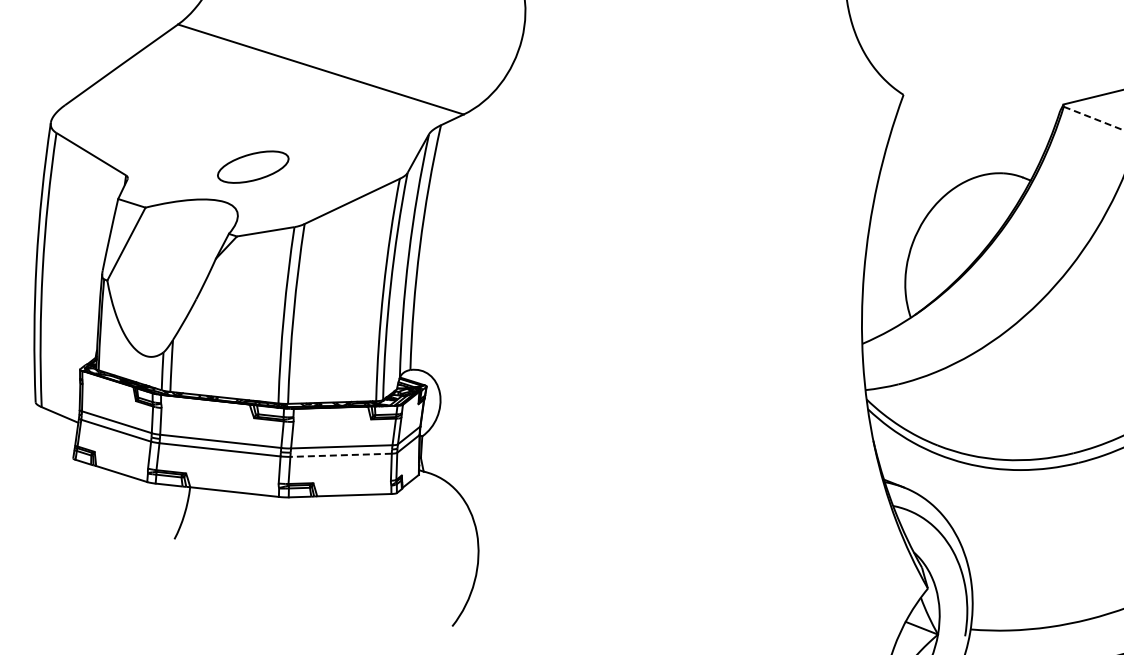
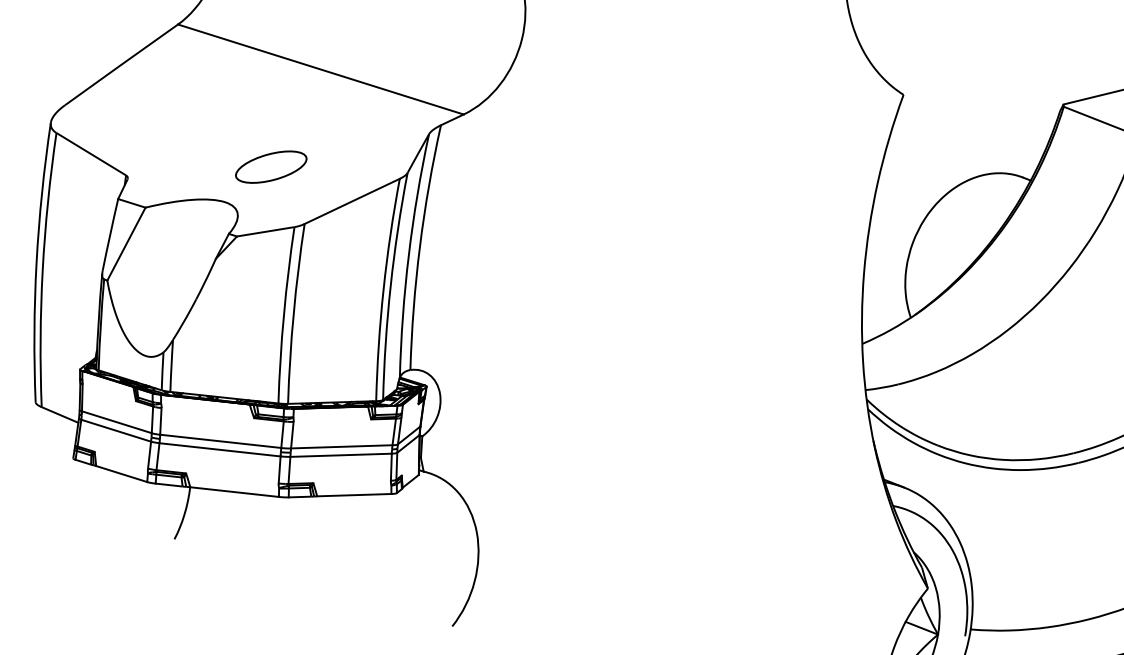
line at (1094, 118): dashed -> solid
part at (253, 166) position: (253, 166) -> (271, 166)
line at (341, 455): dashed -> solid
